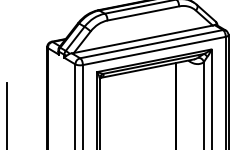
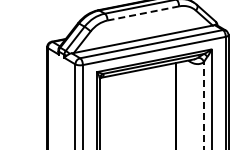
line at (142, 13): solid -> dashed
line at (203, 105): solid -> dashed
line at (7, 114): present -> none
